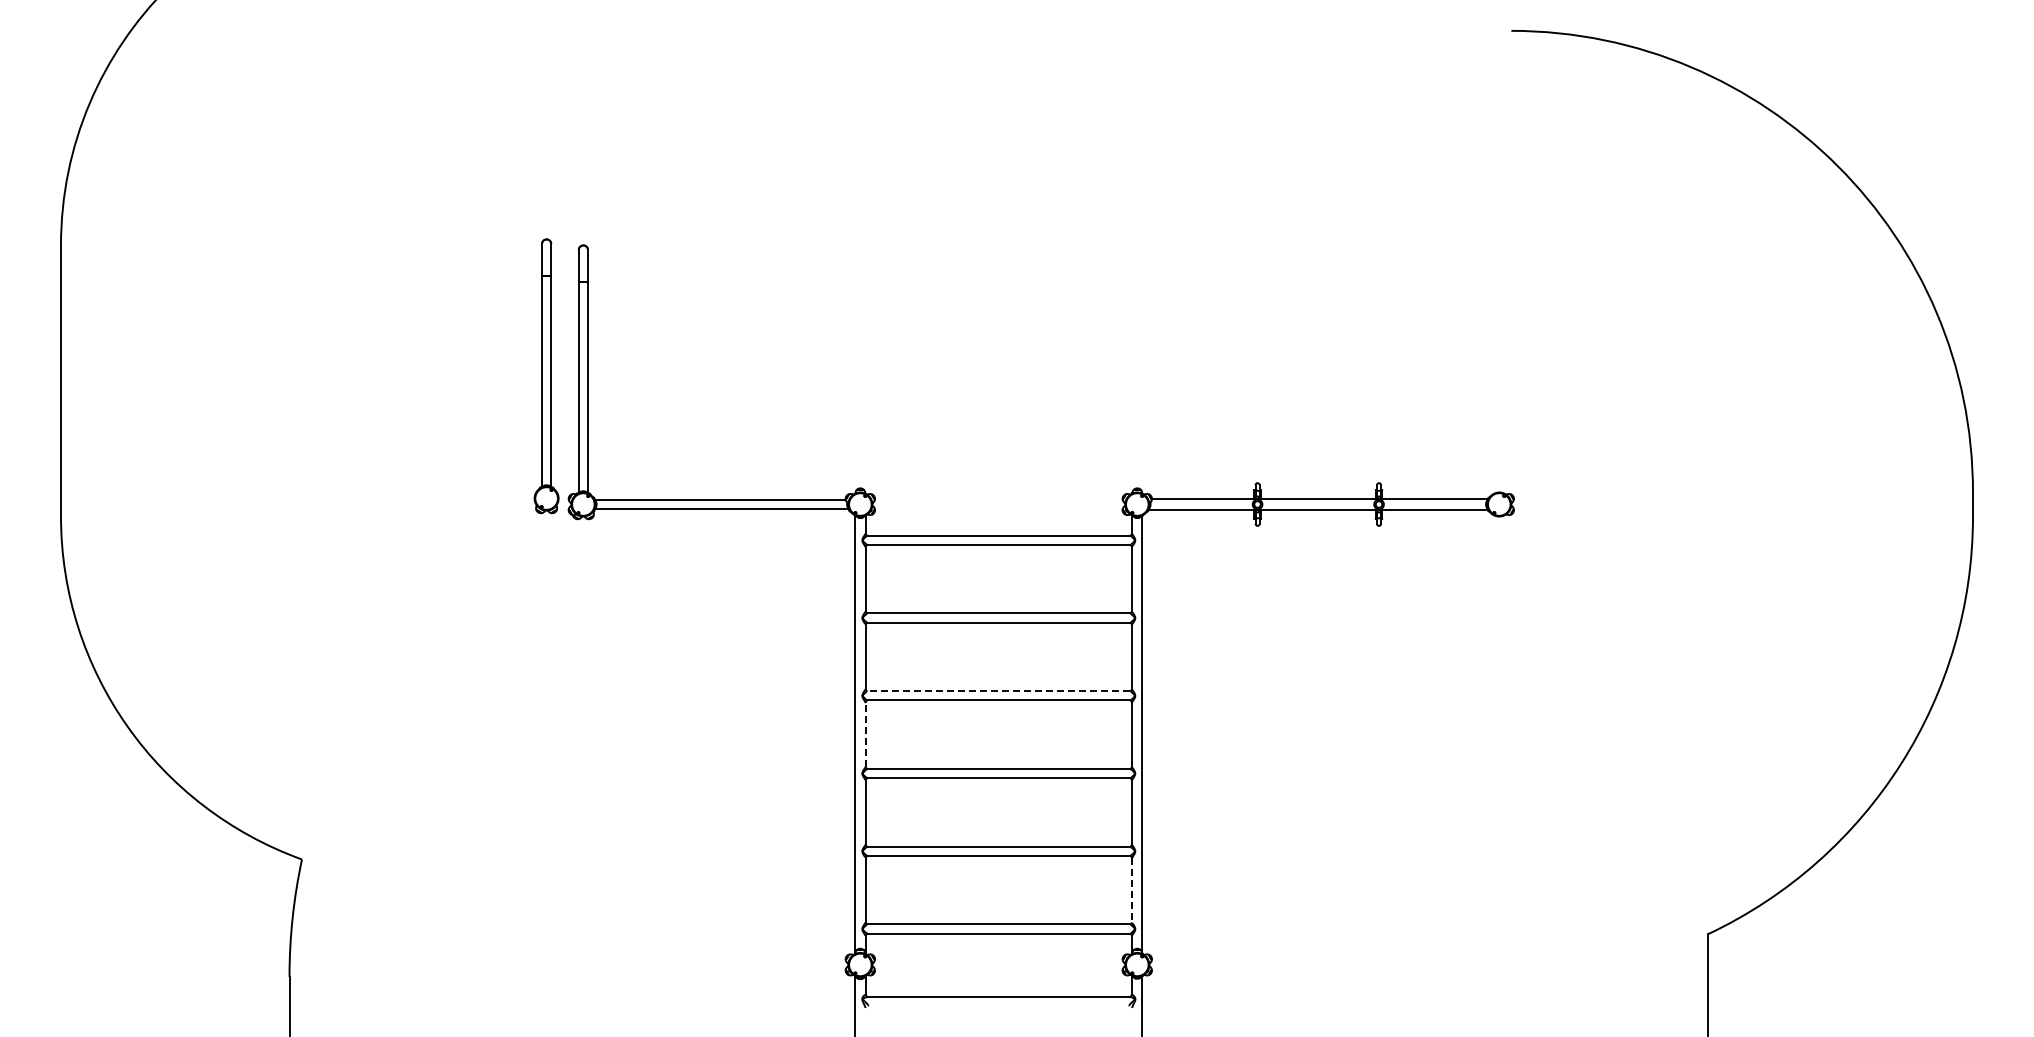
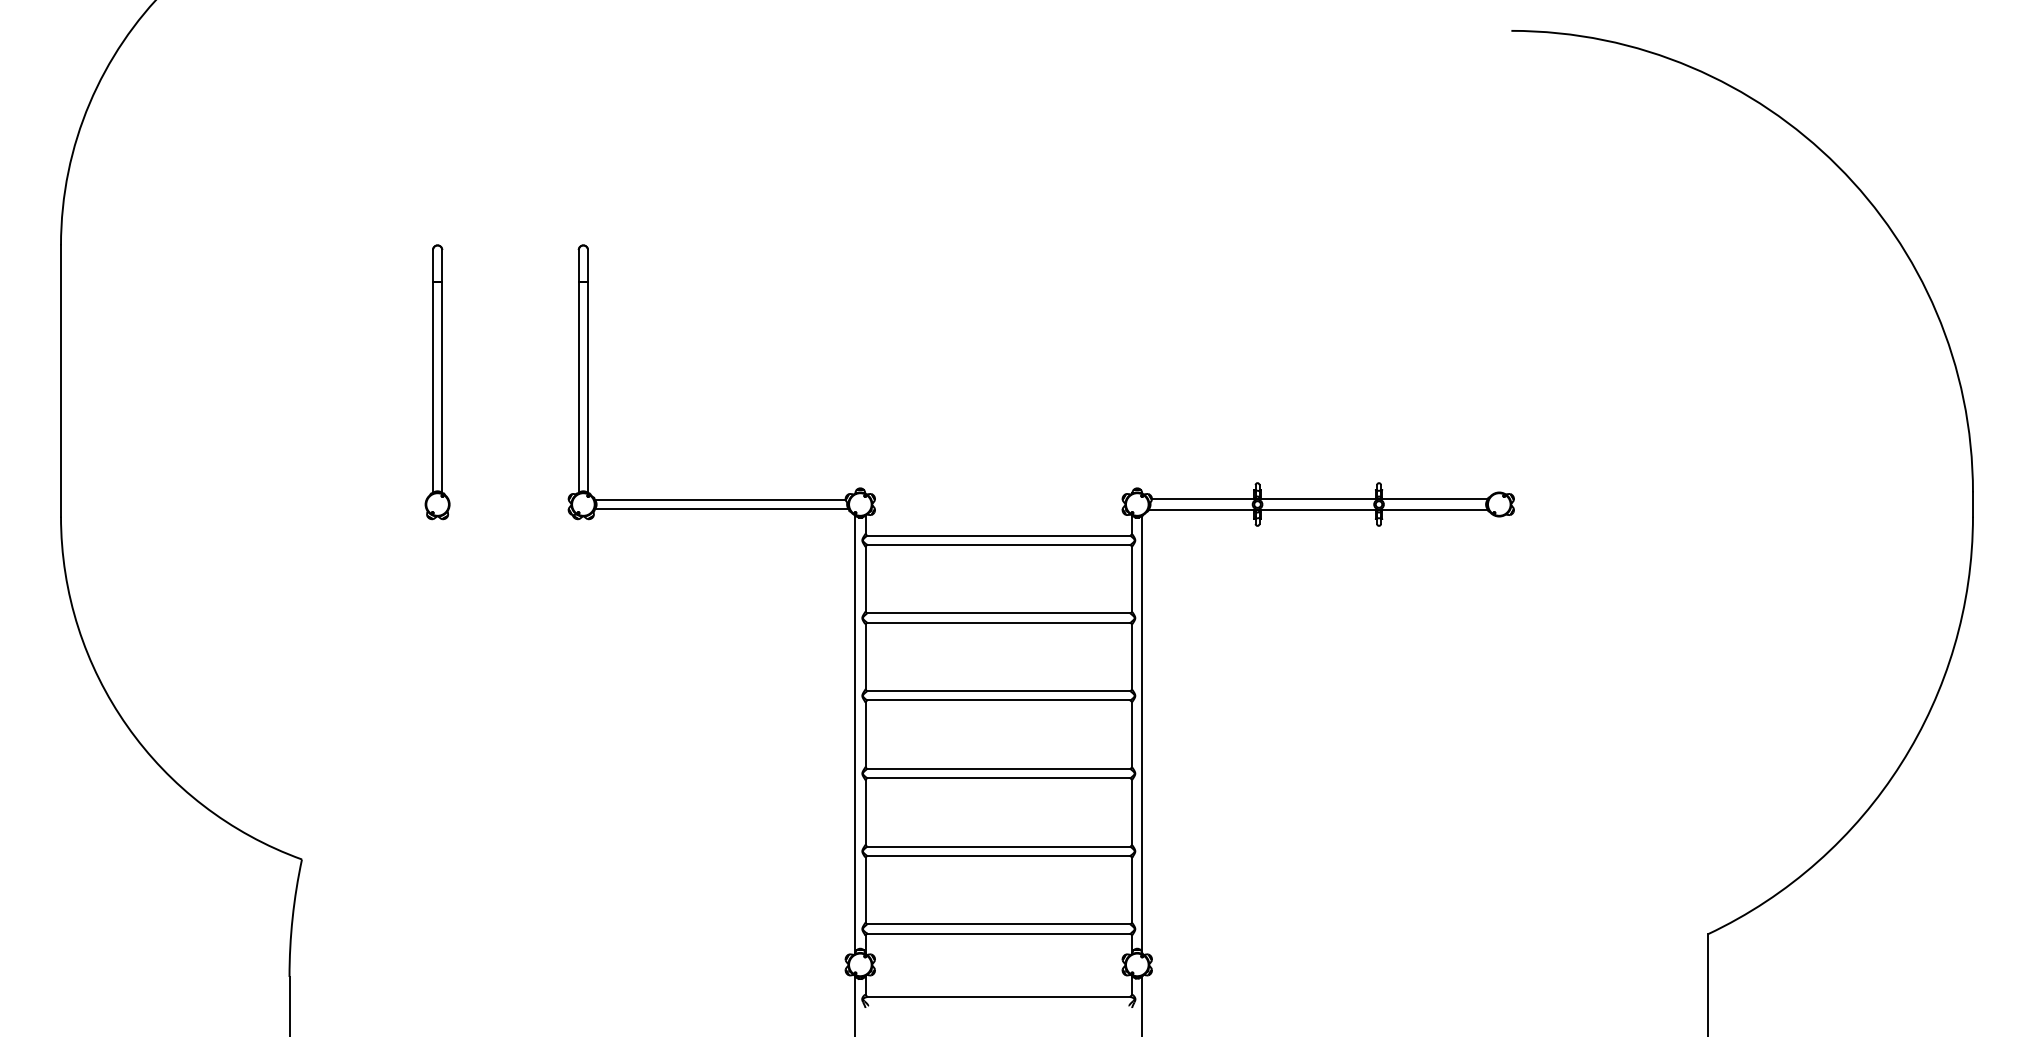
part at (546, 376) position: (546, 376) -> (437, 382)
line at (998, 691): dashed -> solid
line at (865, 734): dashed -> solid
line at (1132, 890): dashed -> solid
